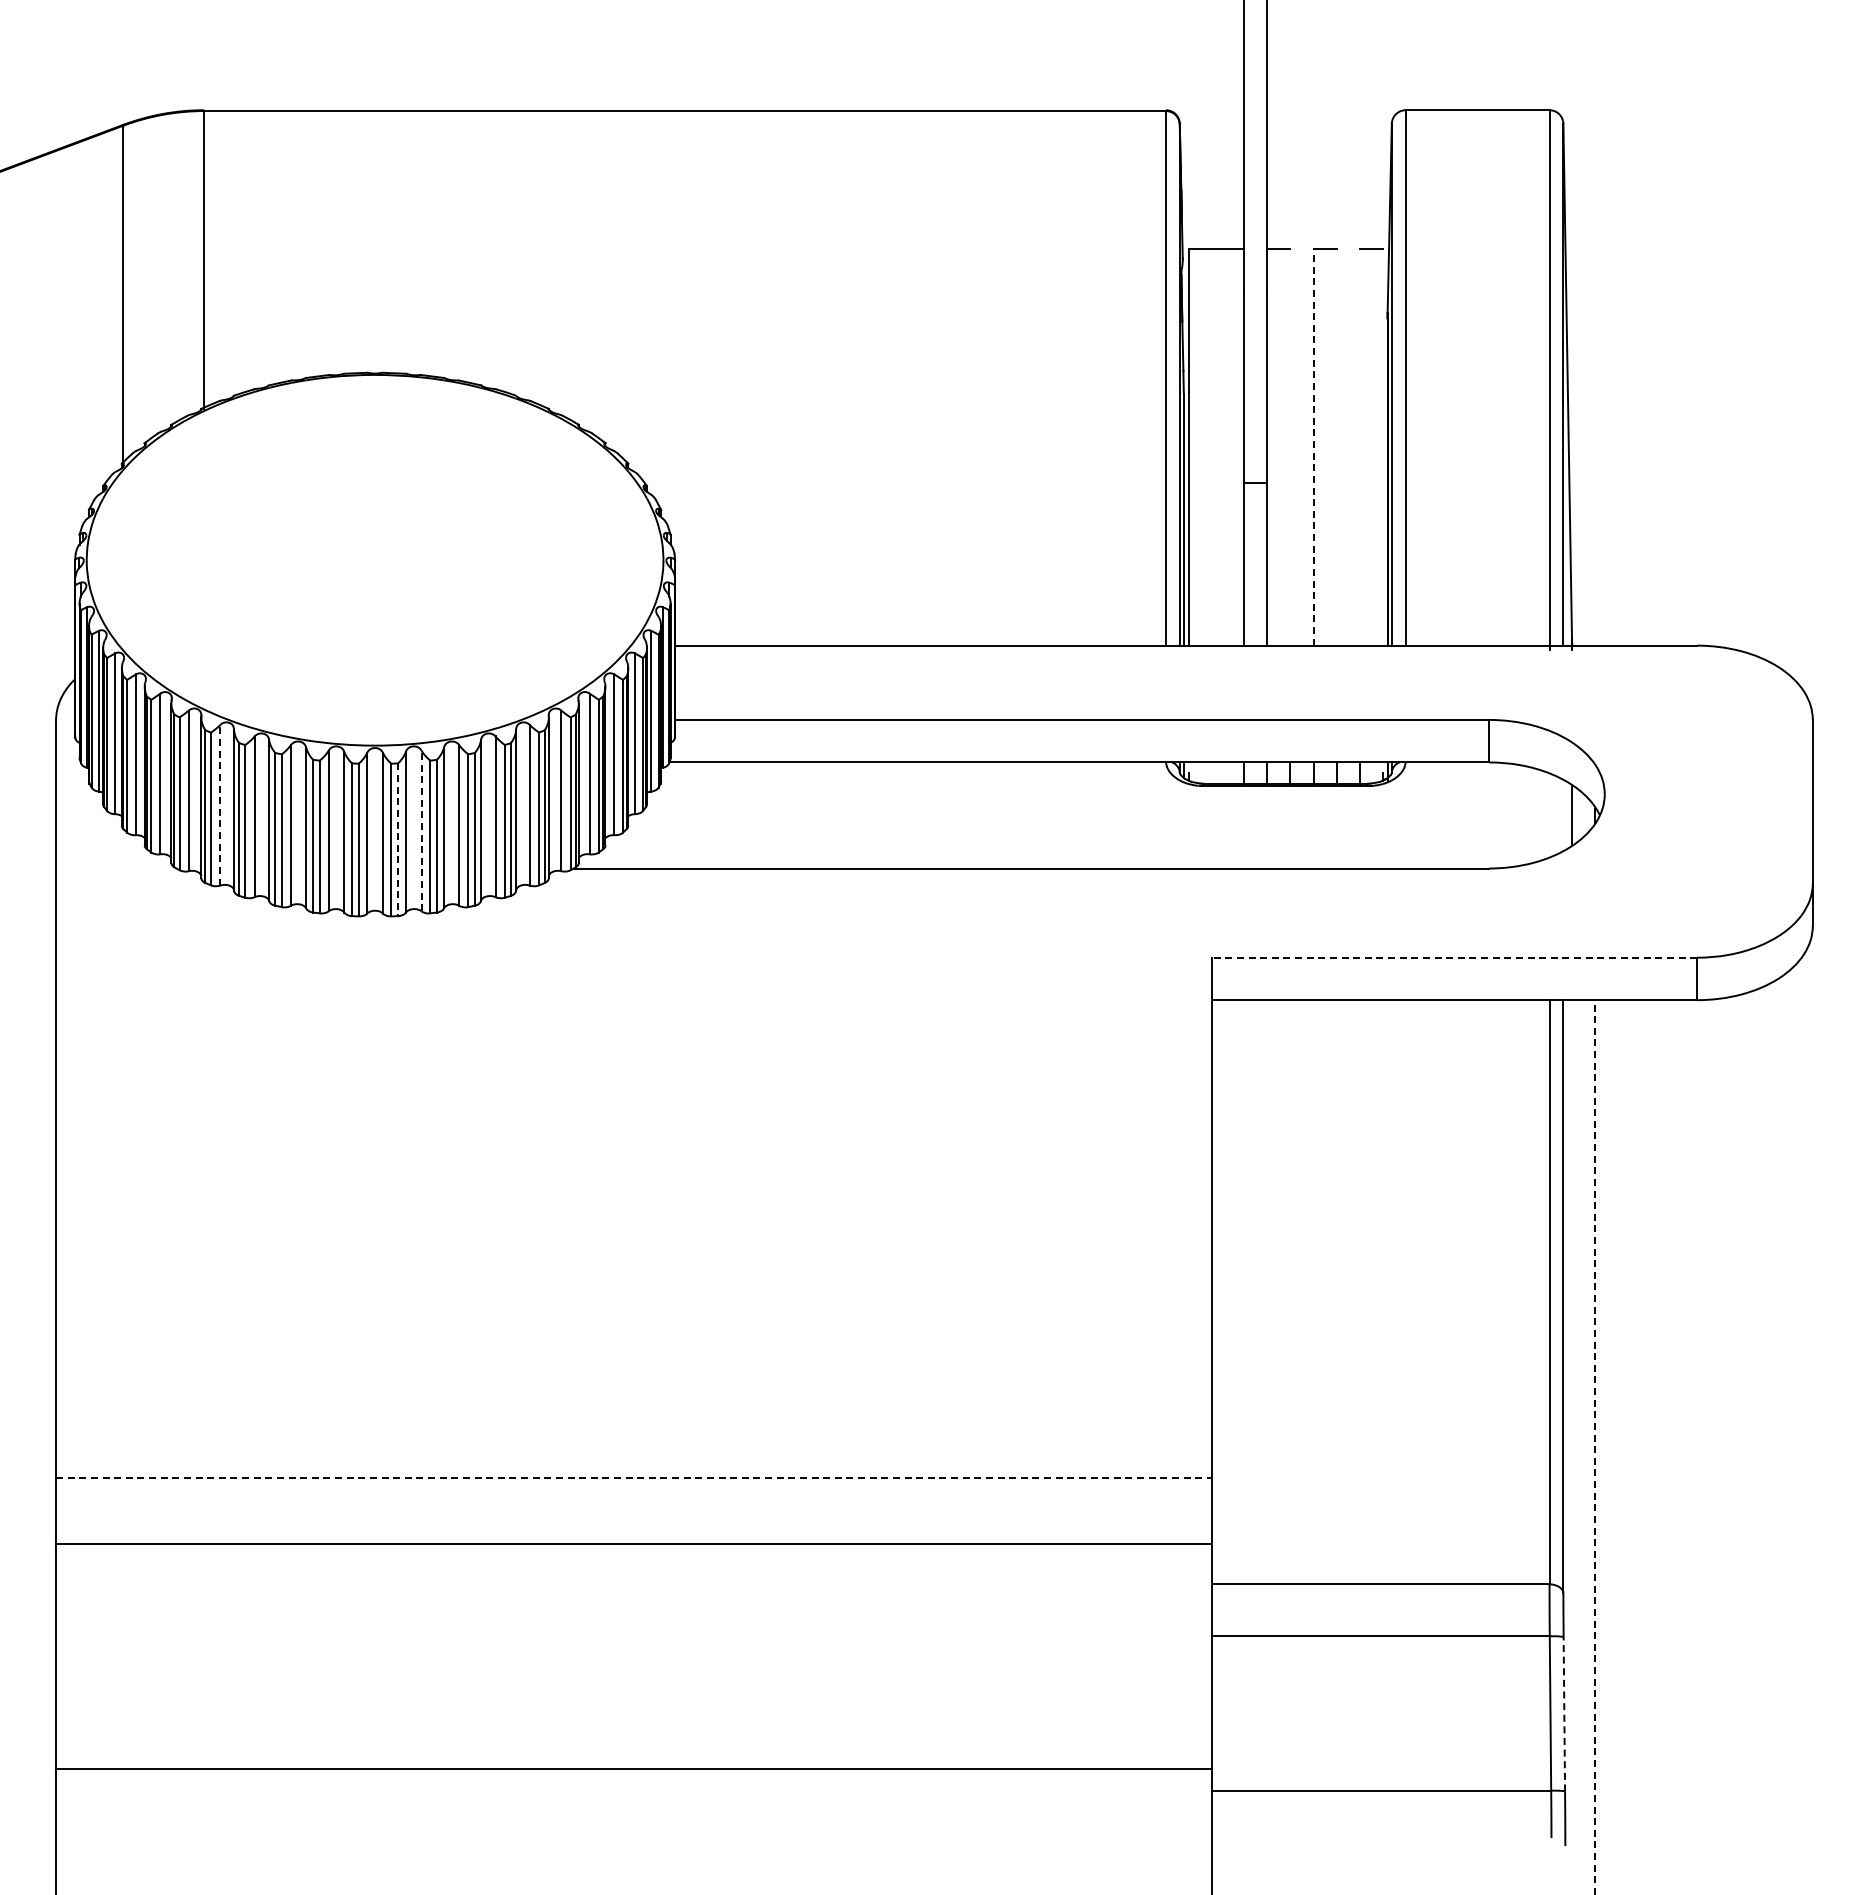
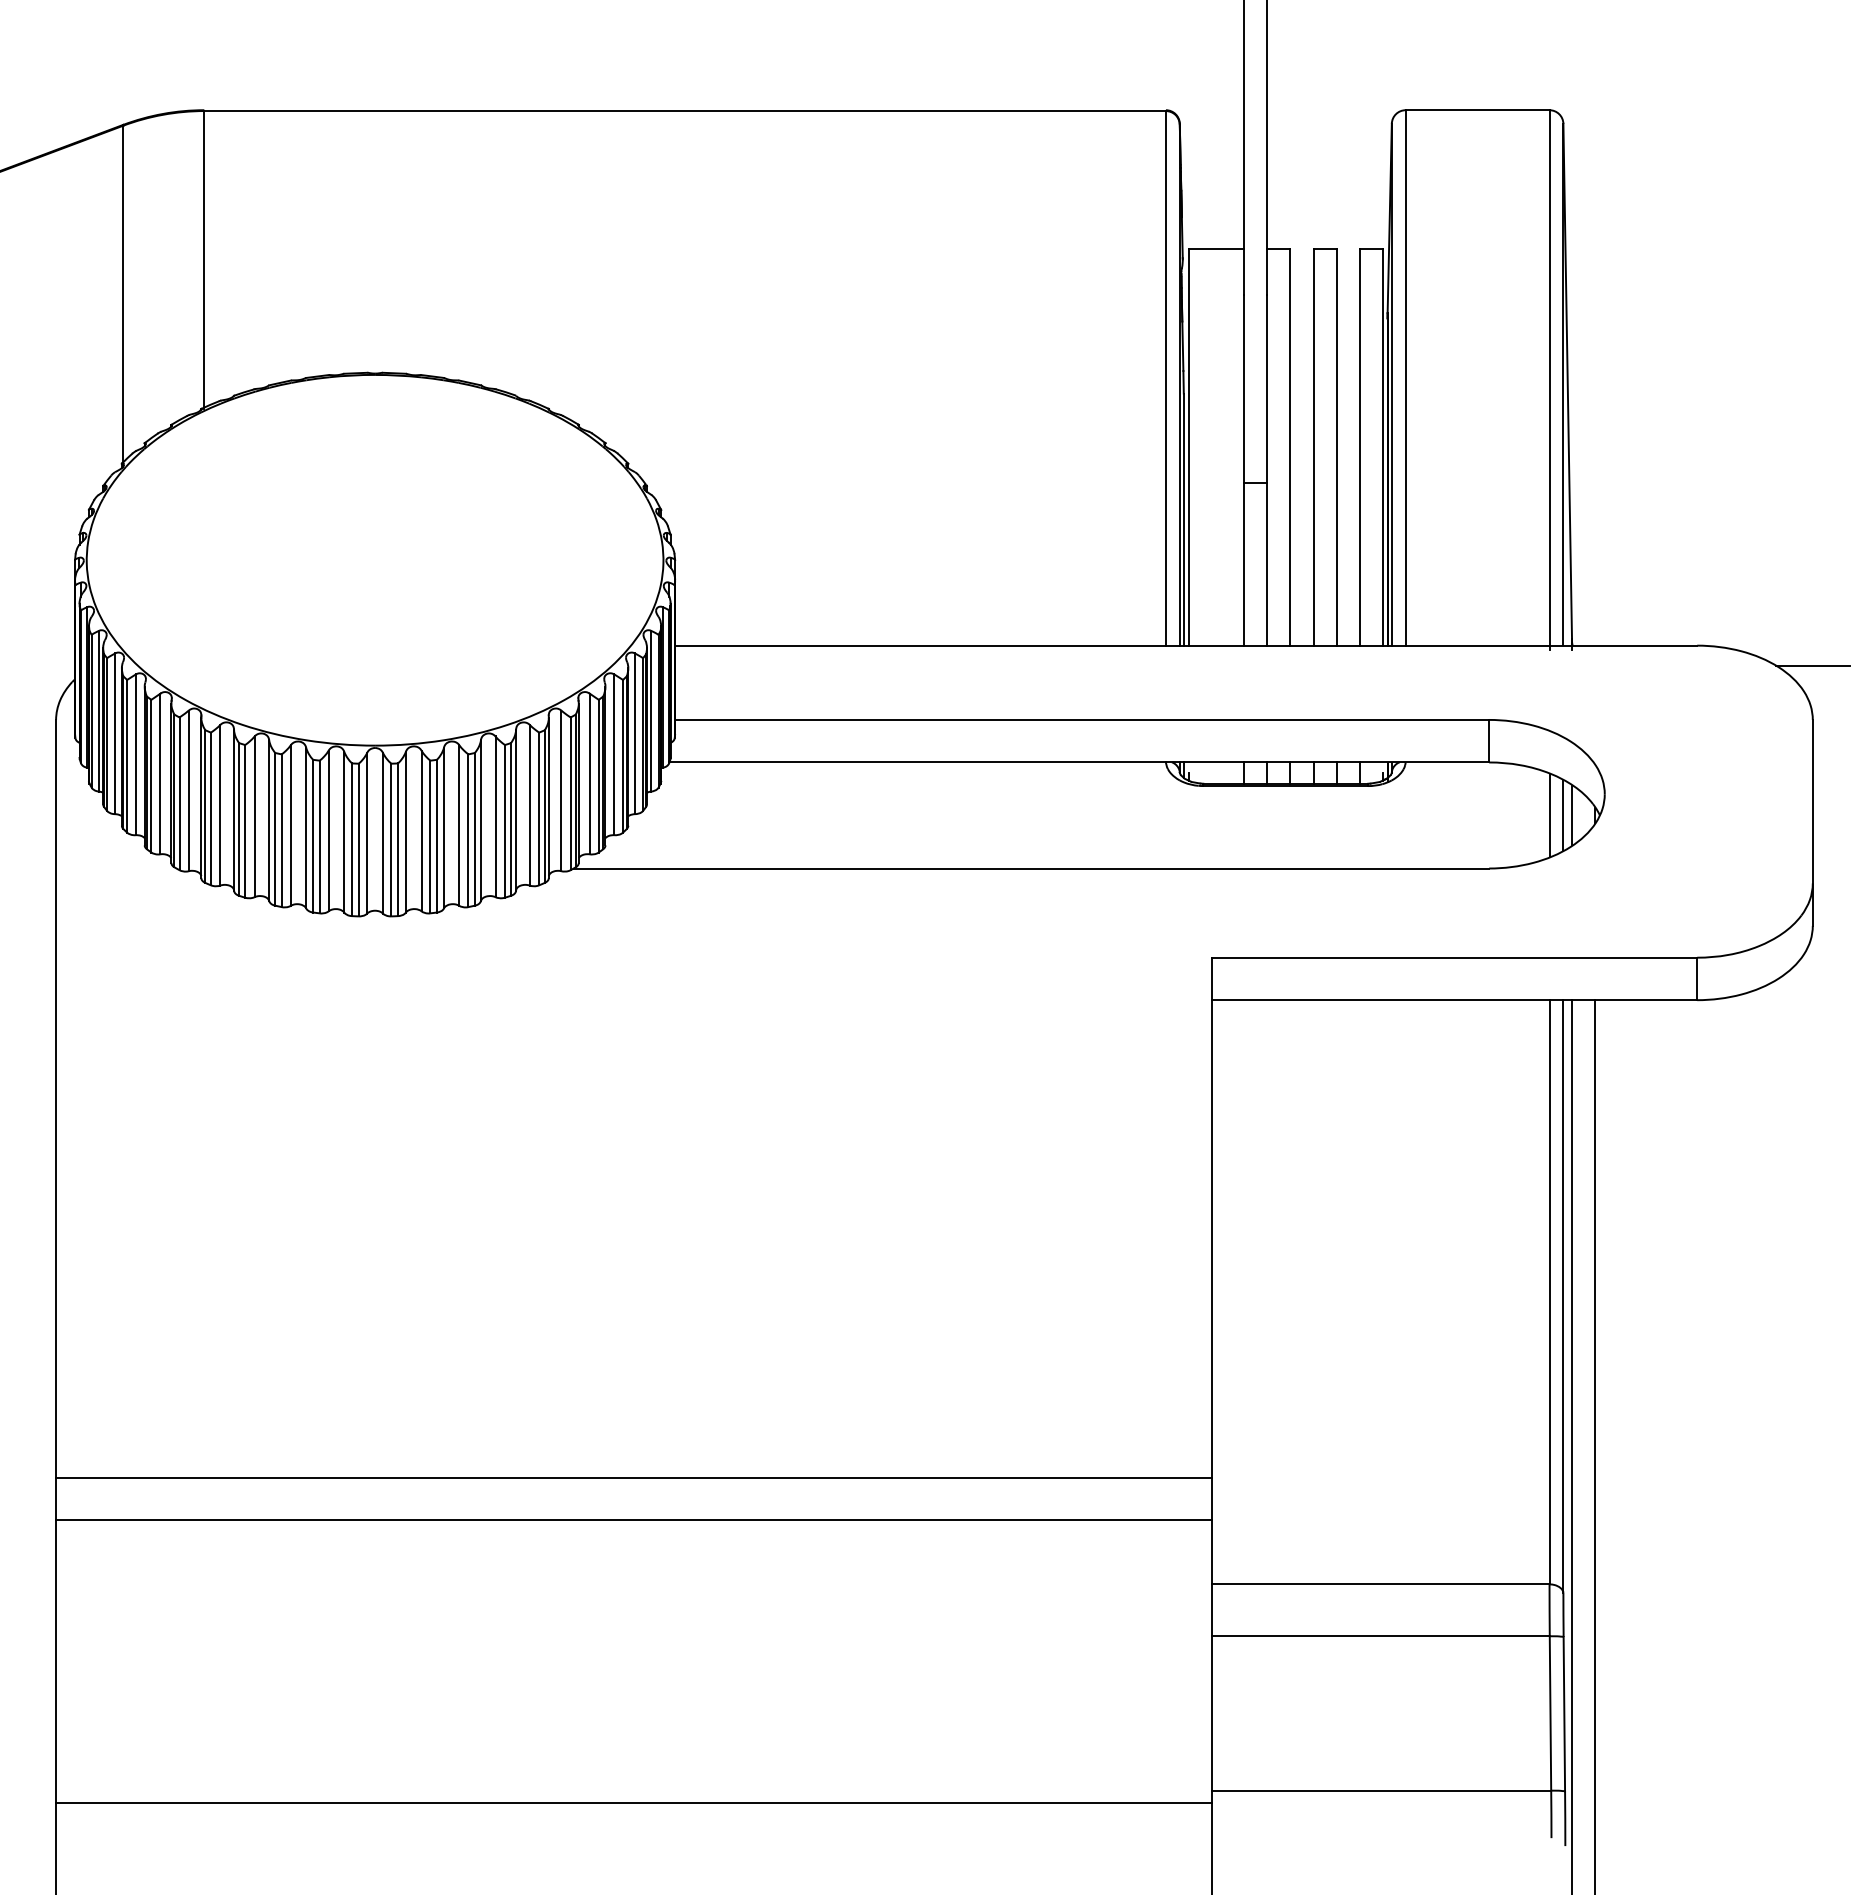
line at (1290, 446): none -> present
line at (1313, 446): dashed -> solid
line at (1336, 446): none -> present
line at (1359, 446): none -> present
line at (1382, 446): none -> present
line at (1812, 665): none -> present
line at (220, 804): dashed -> solid
line at (1549, 815): none -> present
line at (1563, 815): none -> present
line at (421, 830): dashed -> solid
line at (398, 840): dashed -> solid
line at (1454, 957): dashed -> solid
line at (1572, 1445): none -> present
line at (1595, 1446): dashed -> solid
line at (633, 1477): dashed -> solid
line at (633, 1544) position: (633, 1544) -> (633, 1520)
line at (1564, 1713): dashed -> solid
line at (633, 1768) position: (633, 1768) -> (633, 1802)
